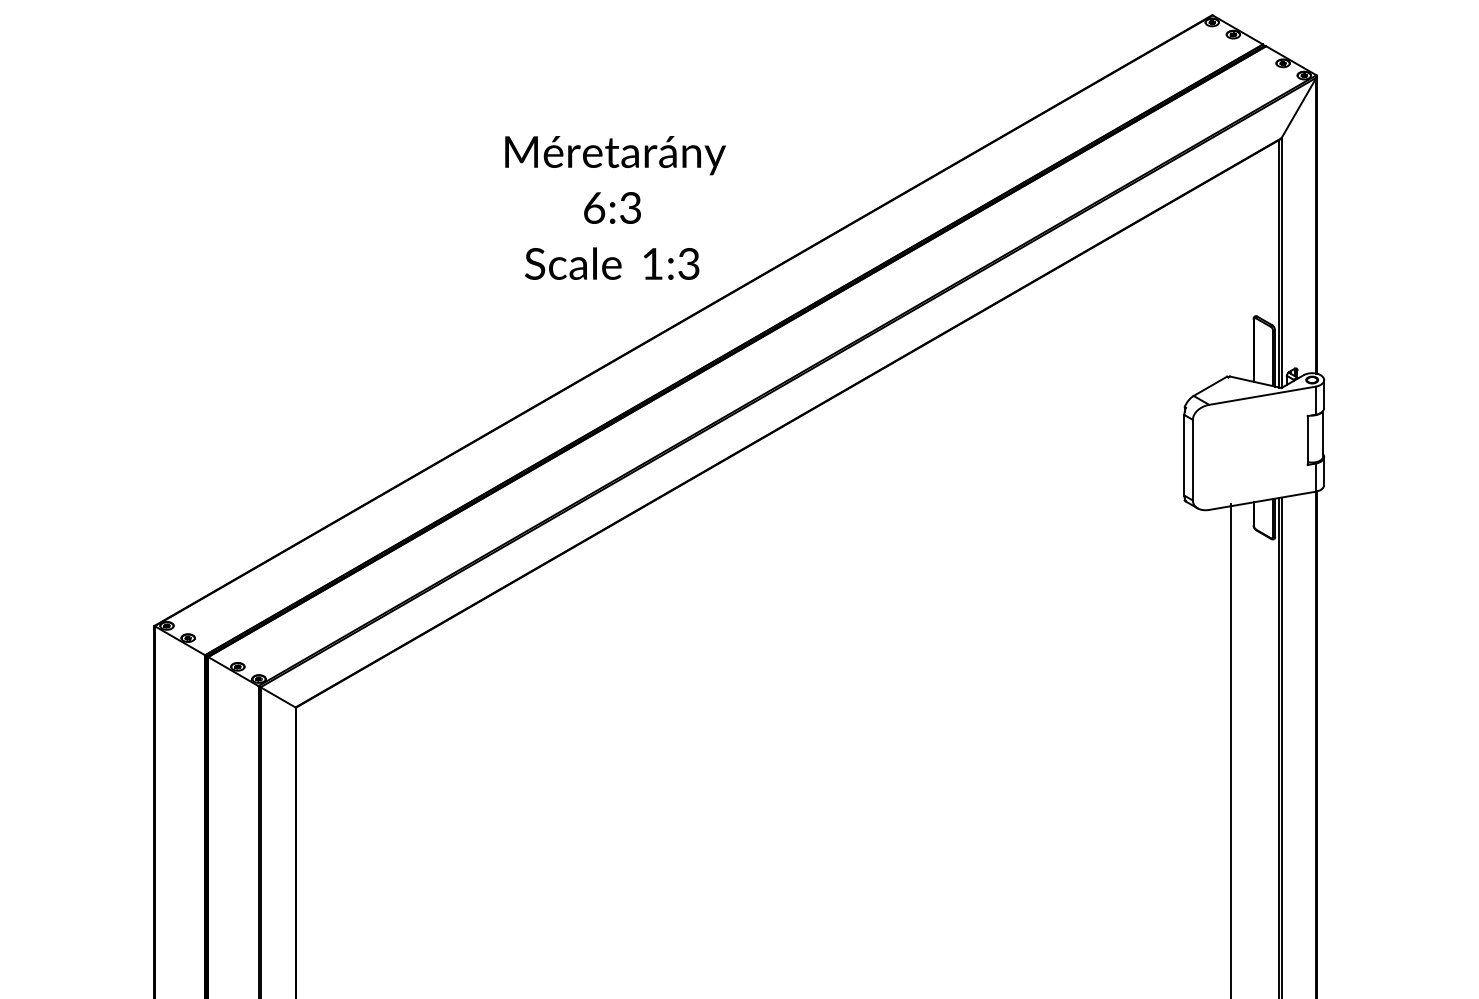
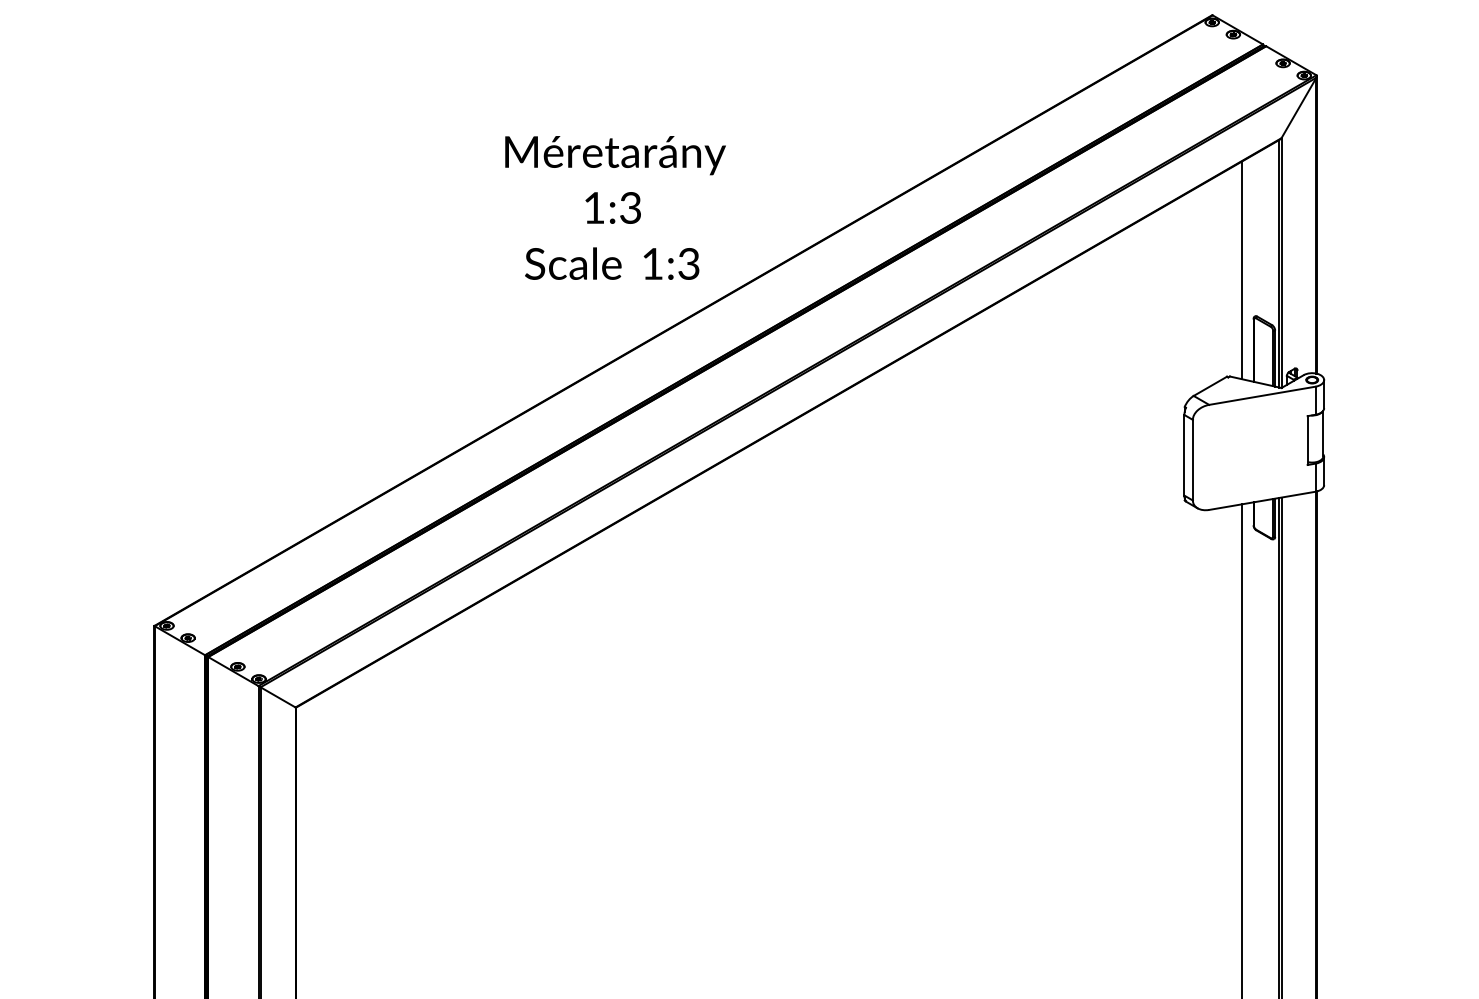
text at (594, 207): 6:3 -> 1:3
line at (1241, 270): none -> present
line at (1230, 749) position: (1230, 749) -> (1241, 749)
